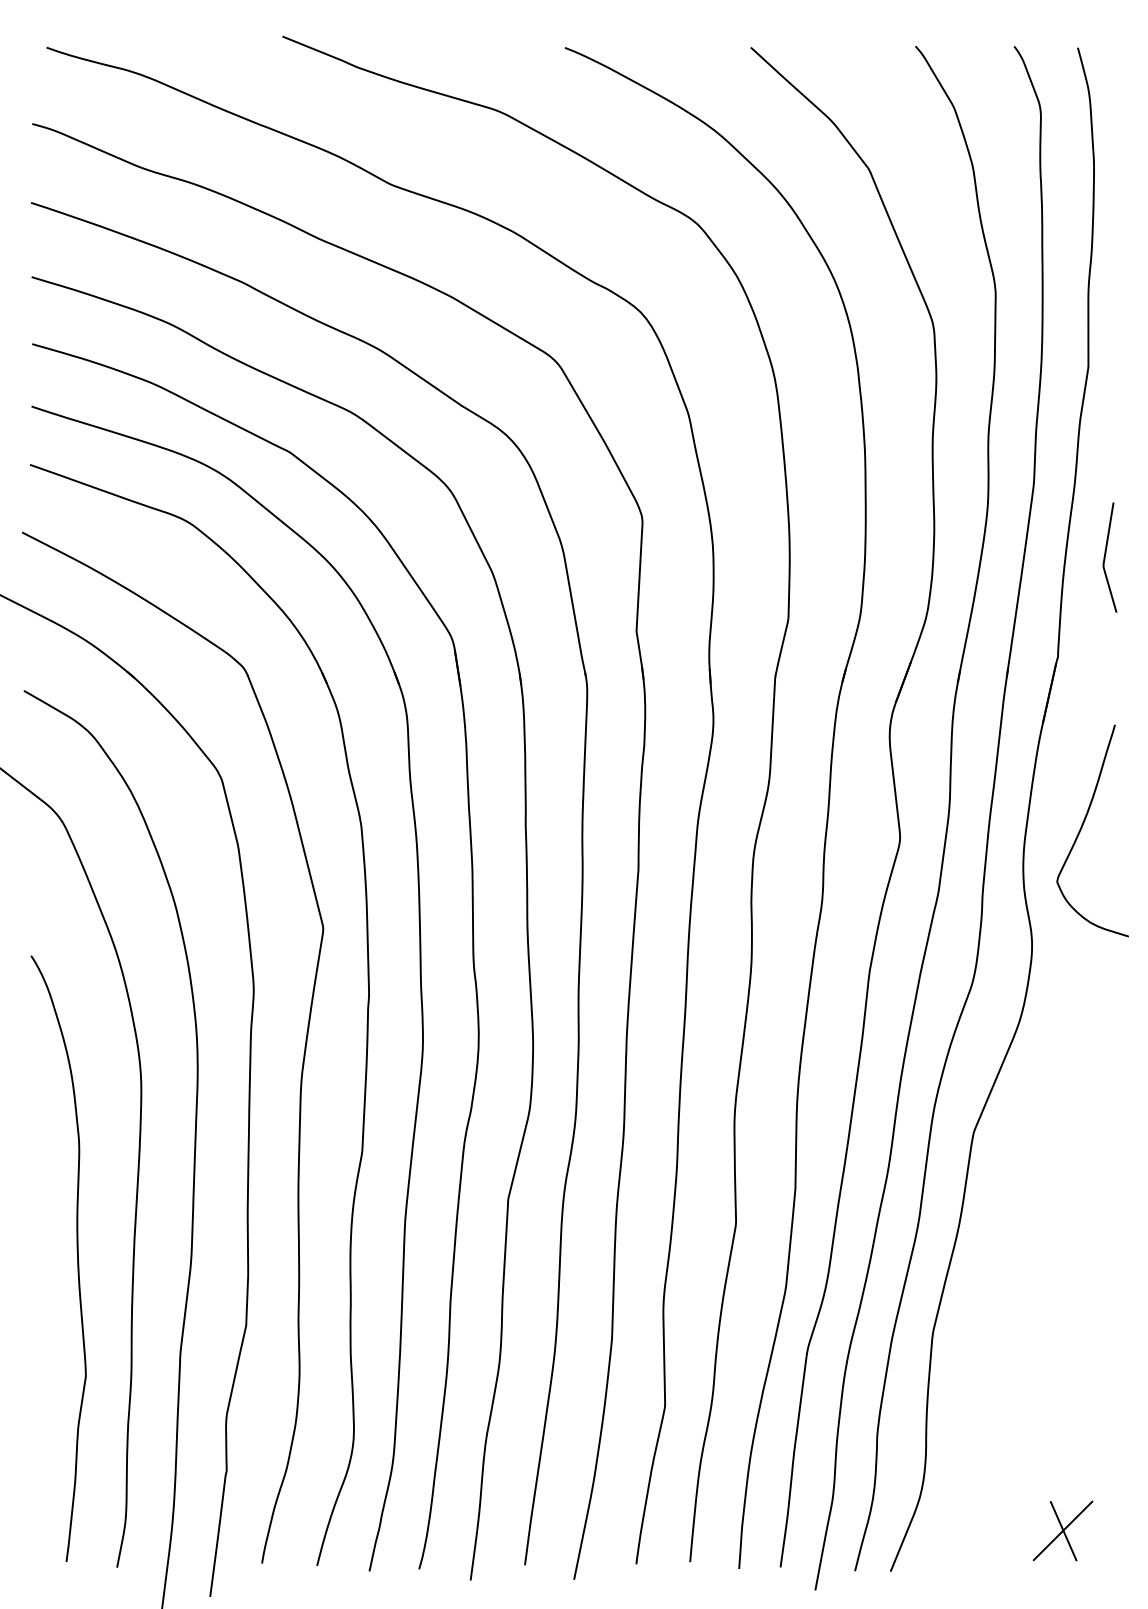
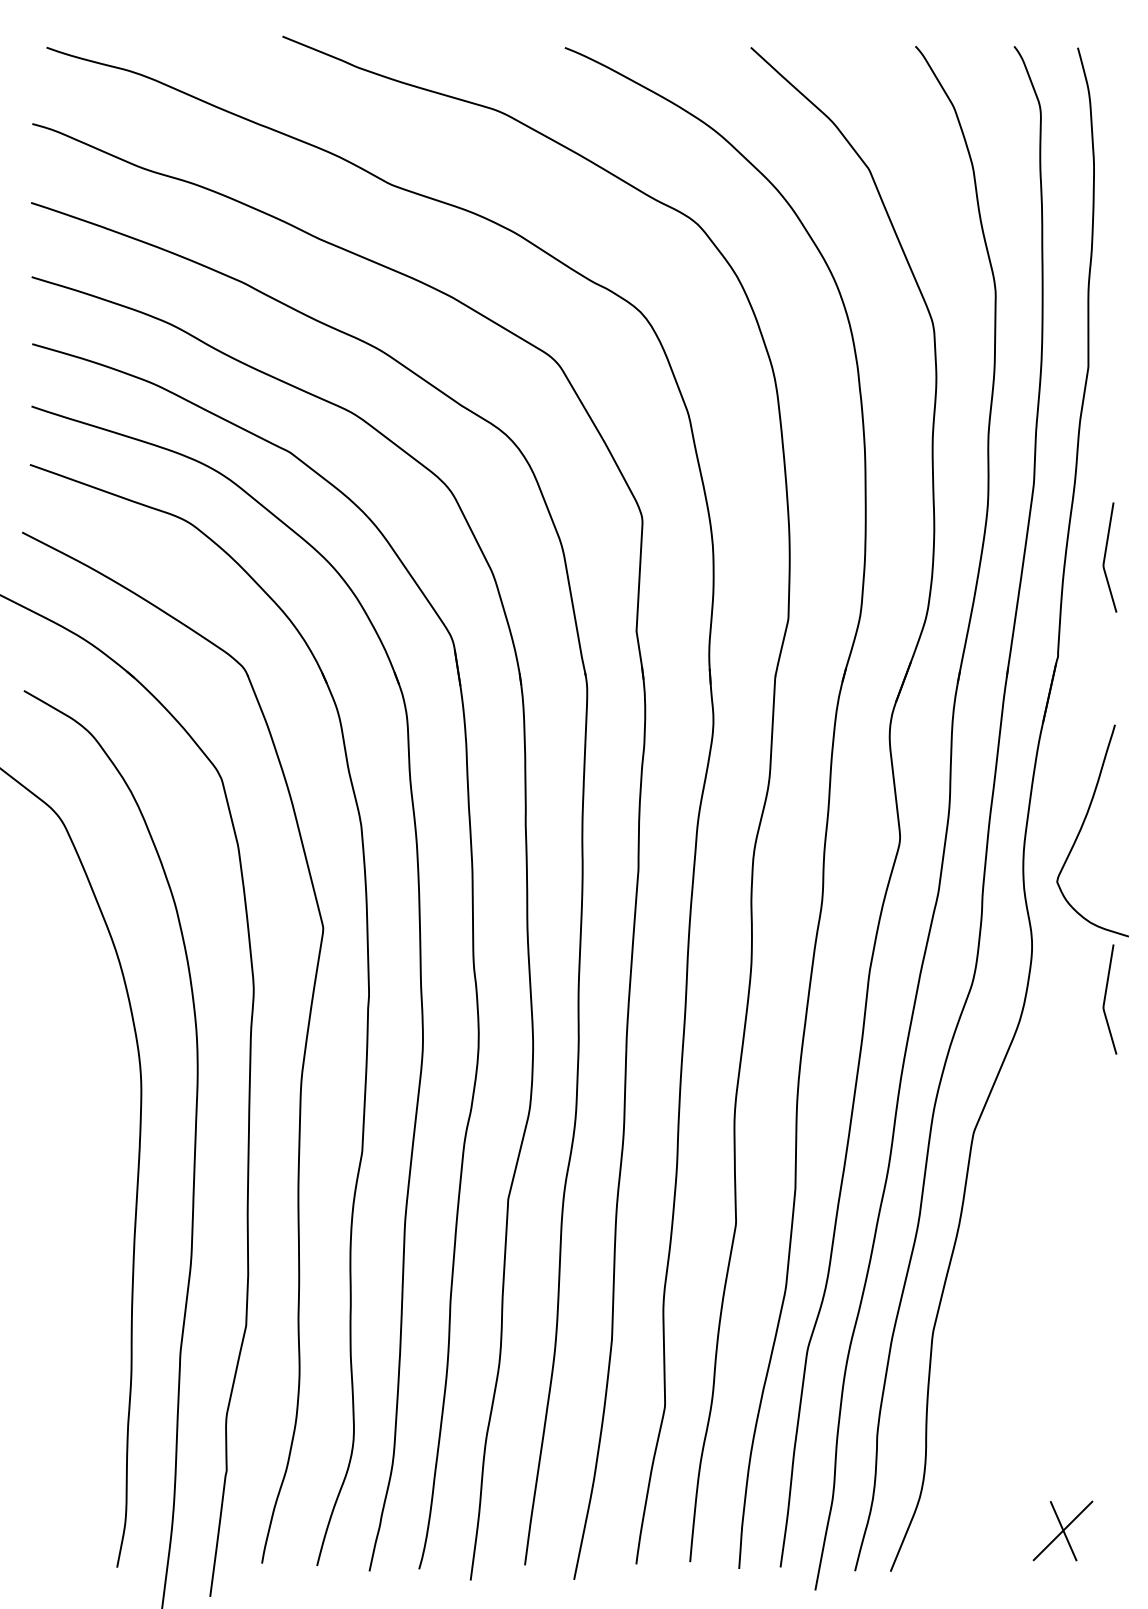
curve at (1105, 999): none -> present
curve at (77, 1258): present -> none
